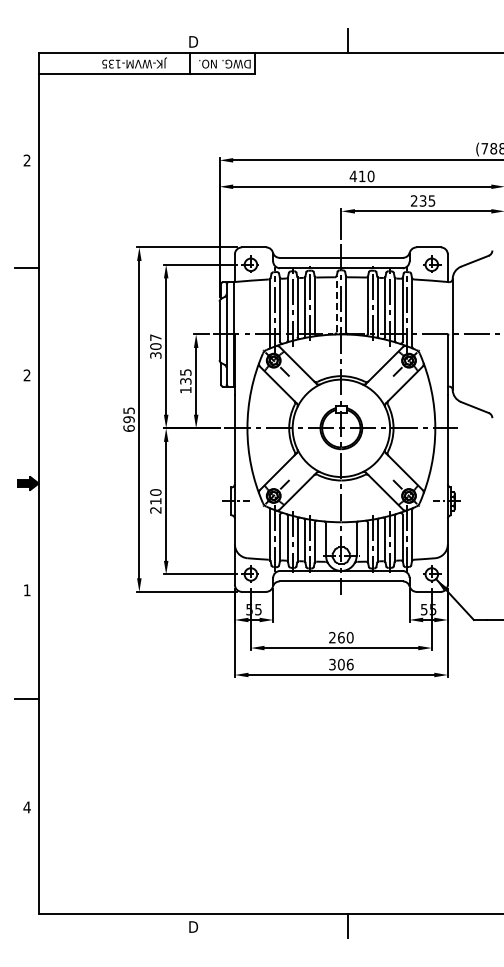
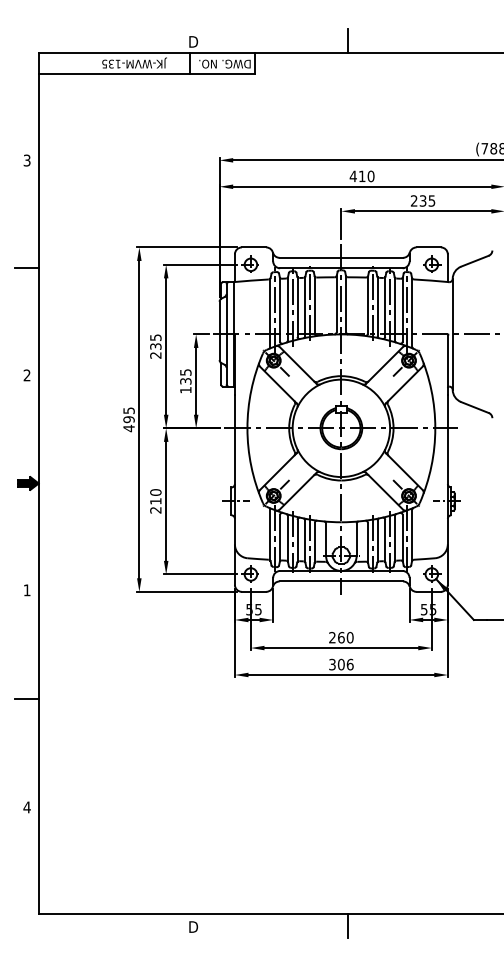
text at (26, 160): 2 -> 3
line at (336, 304): dashed -> solid
text at (155, 346): 307 -> 235
text at (128, 428): 695 -> 495
